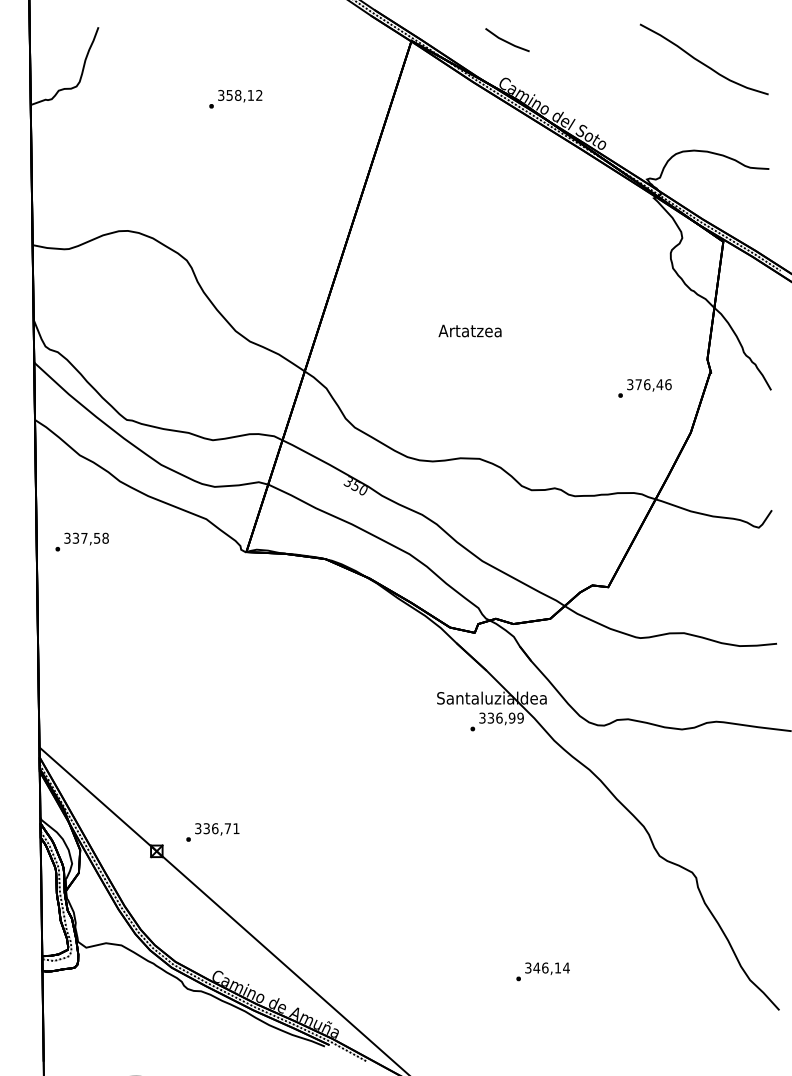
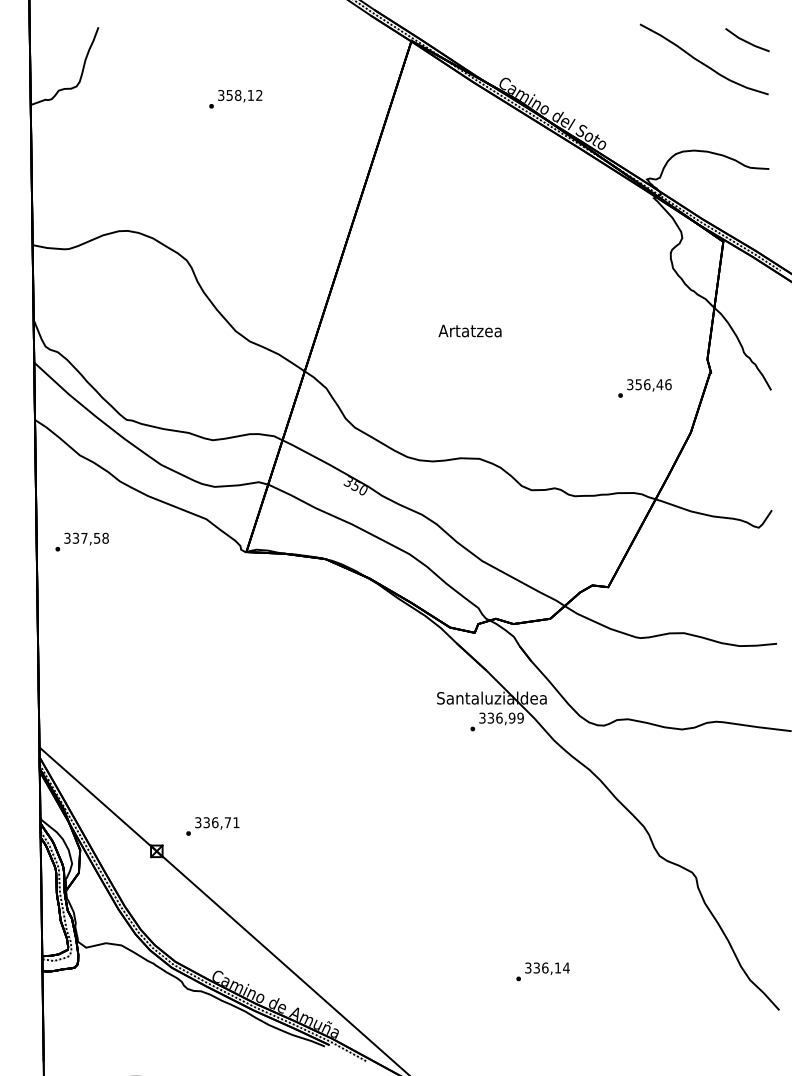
line at (506, 40) position: (506, 40) -> (746, 40)
text at (638, 384): 376,46 -> 356,46
text at (212, 832) position: (212, 832) -> (212, 826)
text at (536, 967): 346,14 -> 336,14
